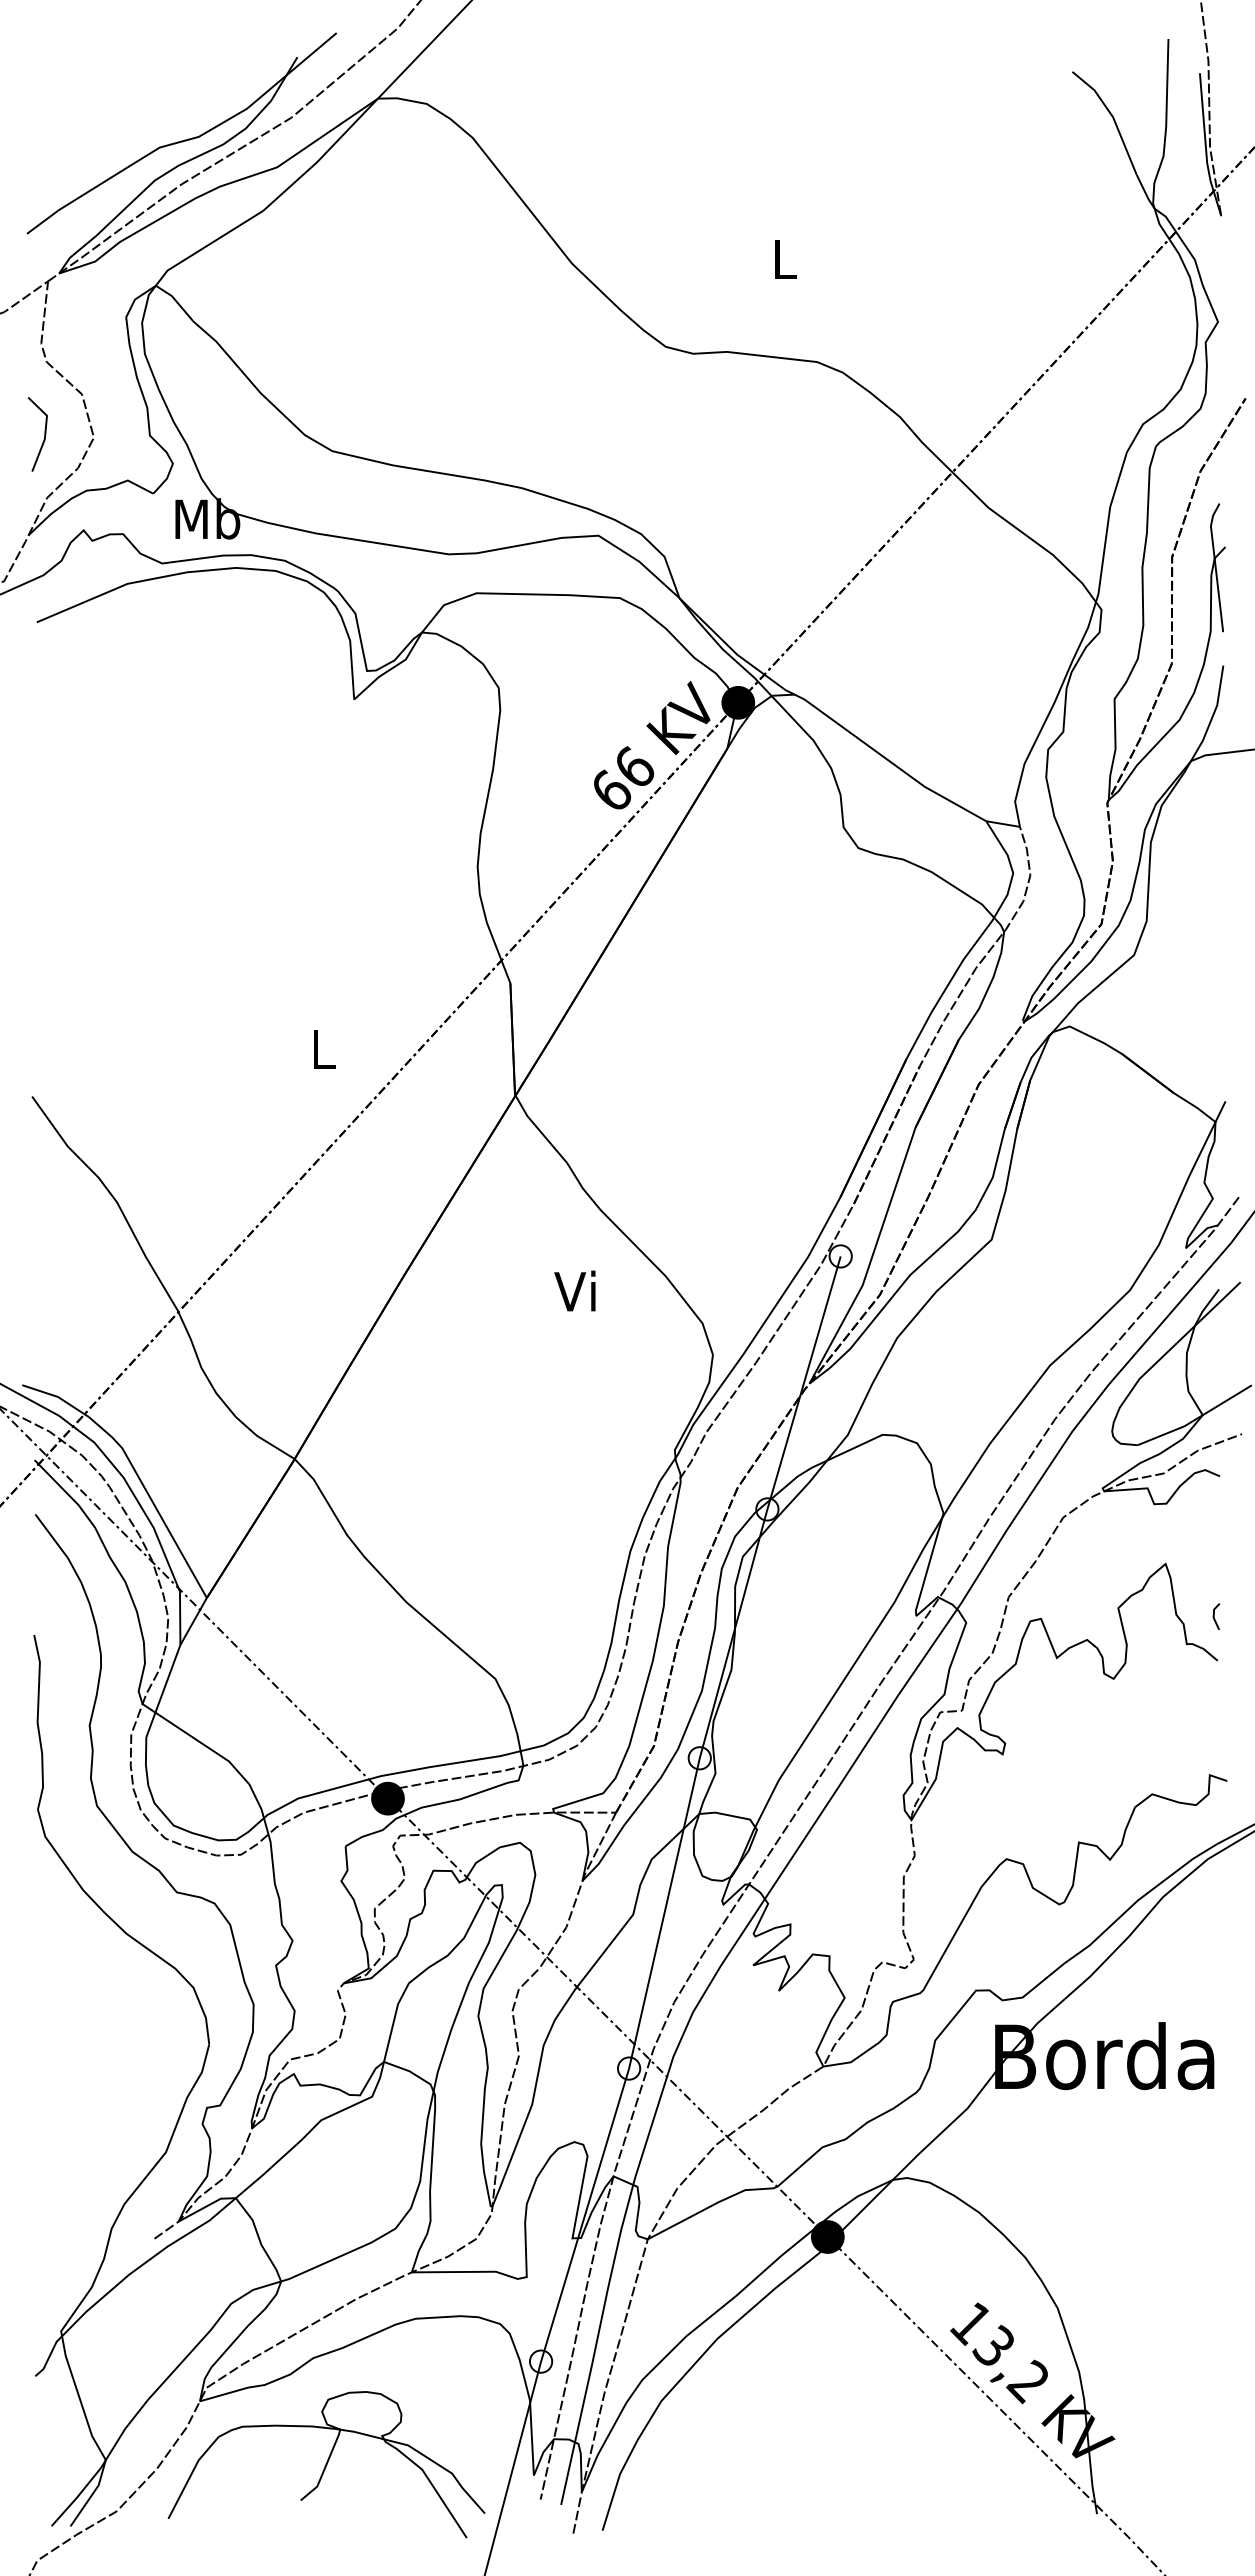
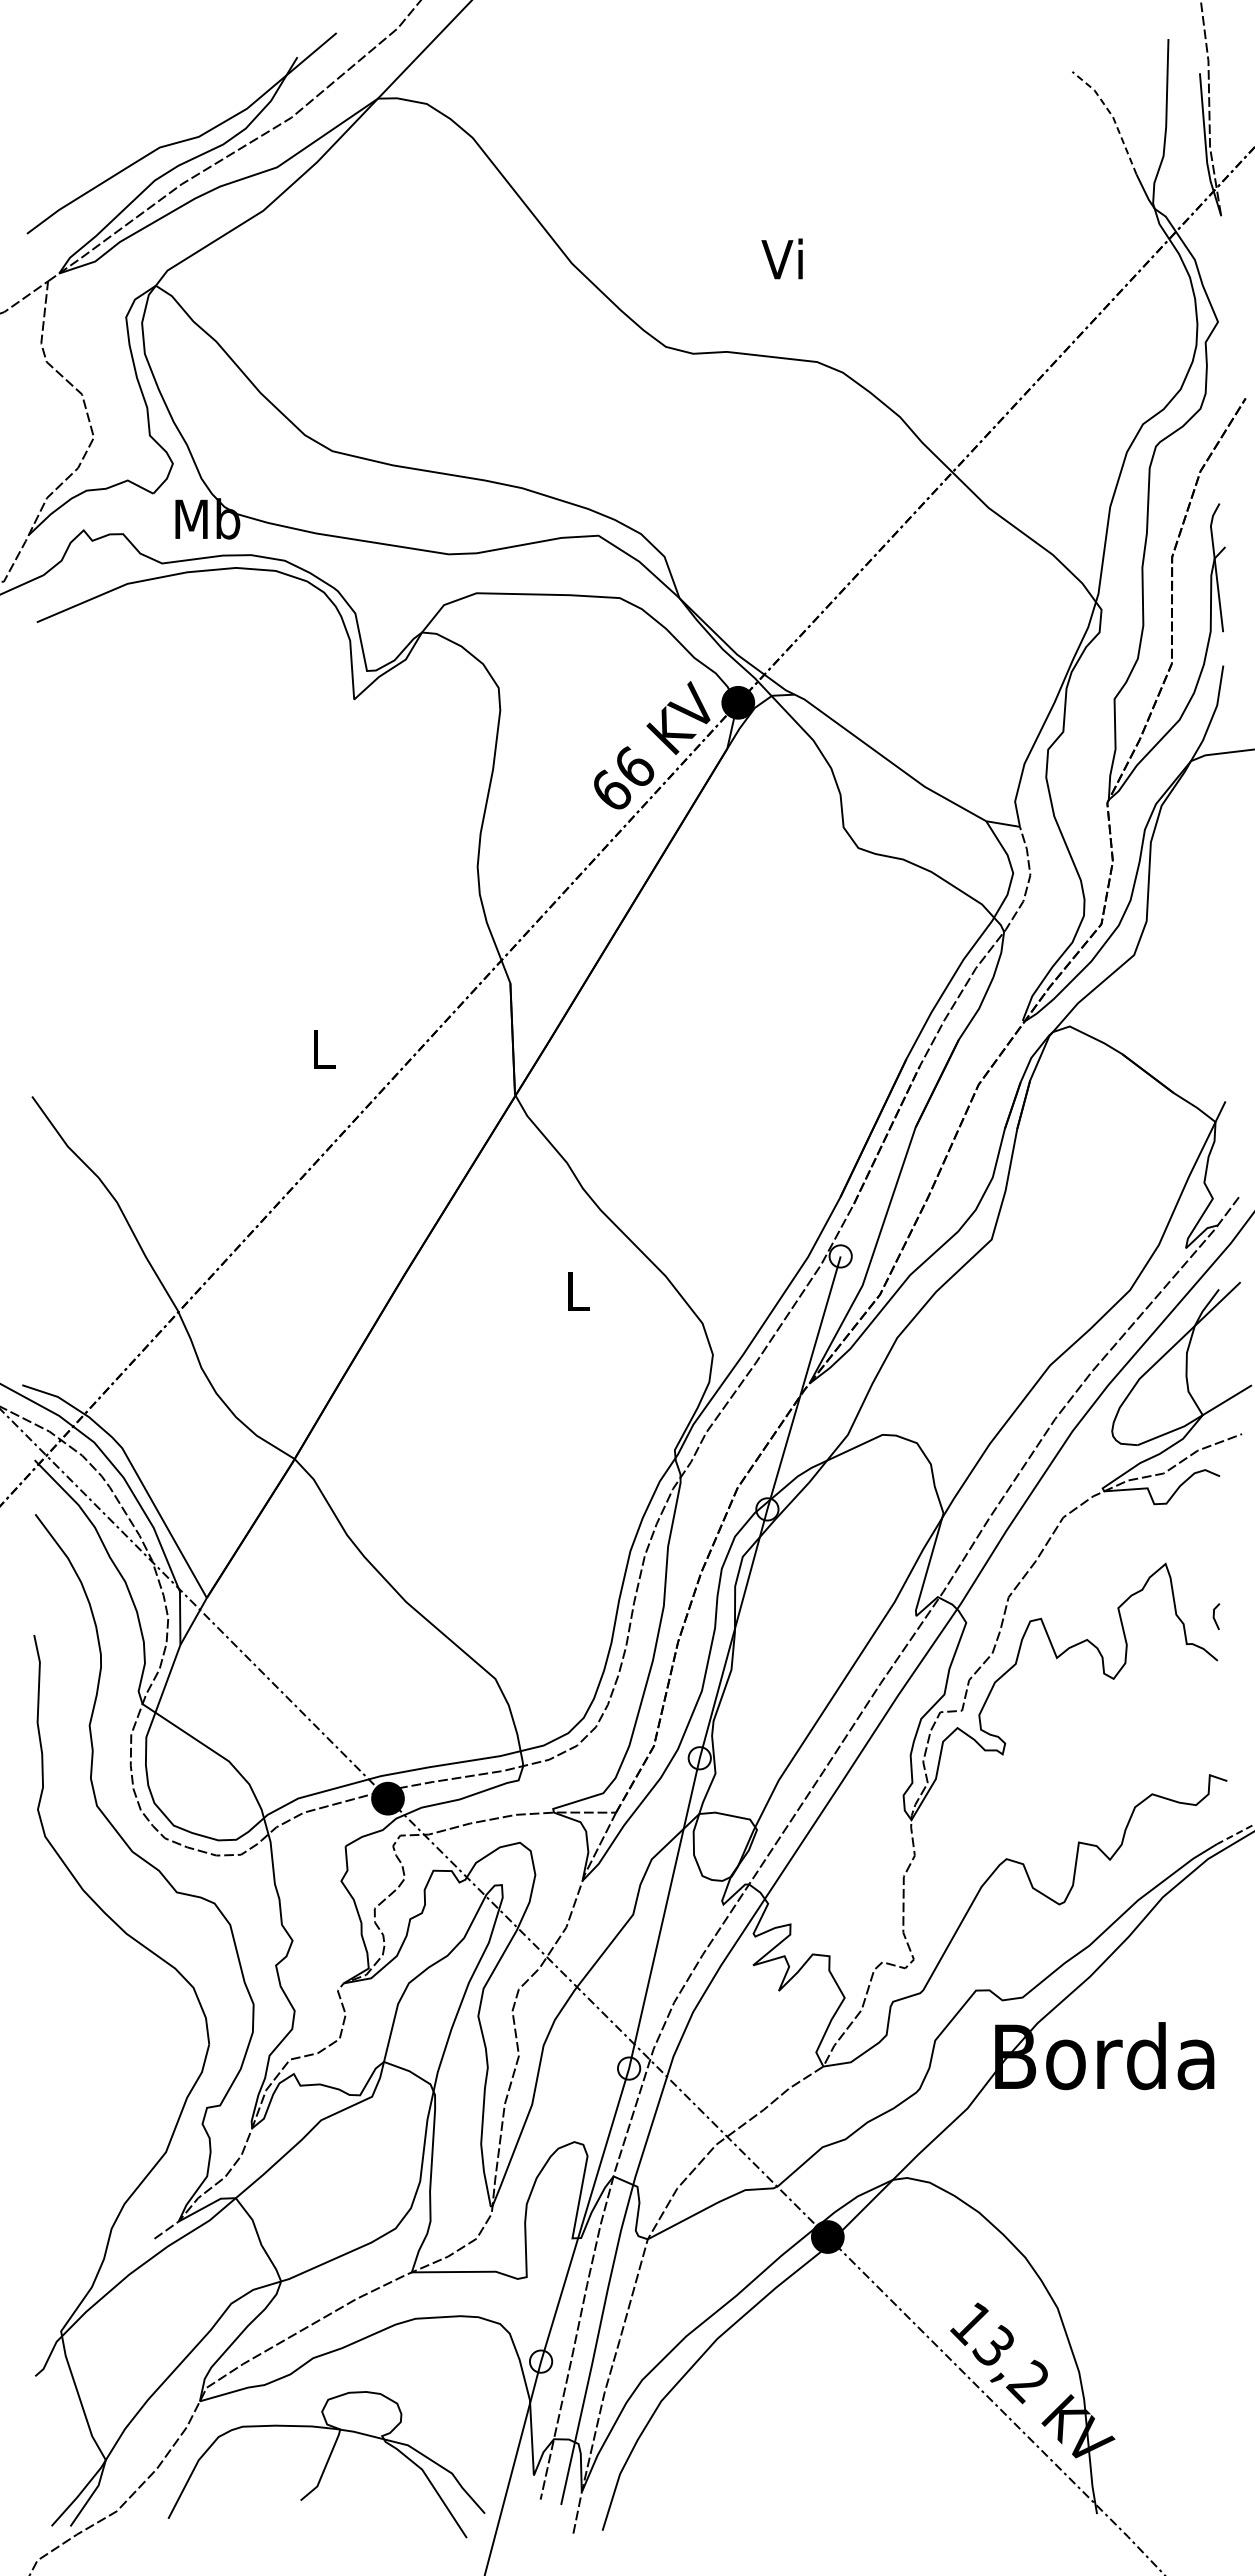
line at (1113, 117): solid -> dashed
text at (781, 258): L -> Vi
line at (44, 434): present -> none
text at (574, 1290): Vi -> L
line at (1236, 1834): solid -> dashed
